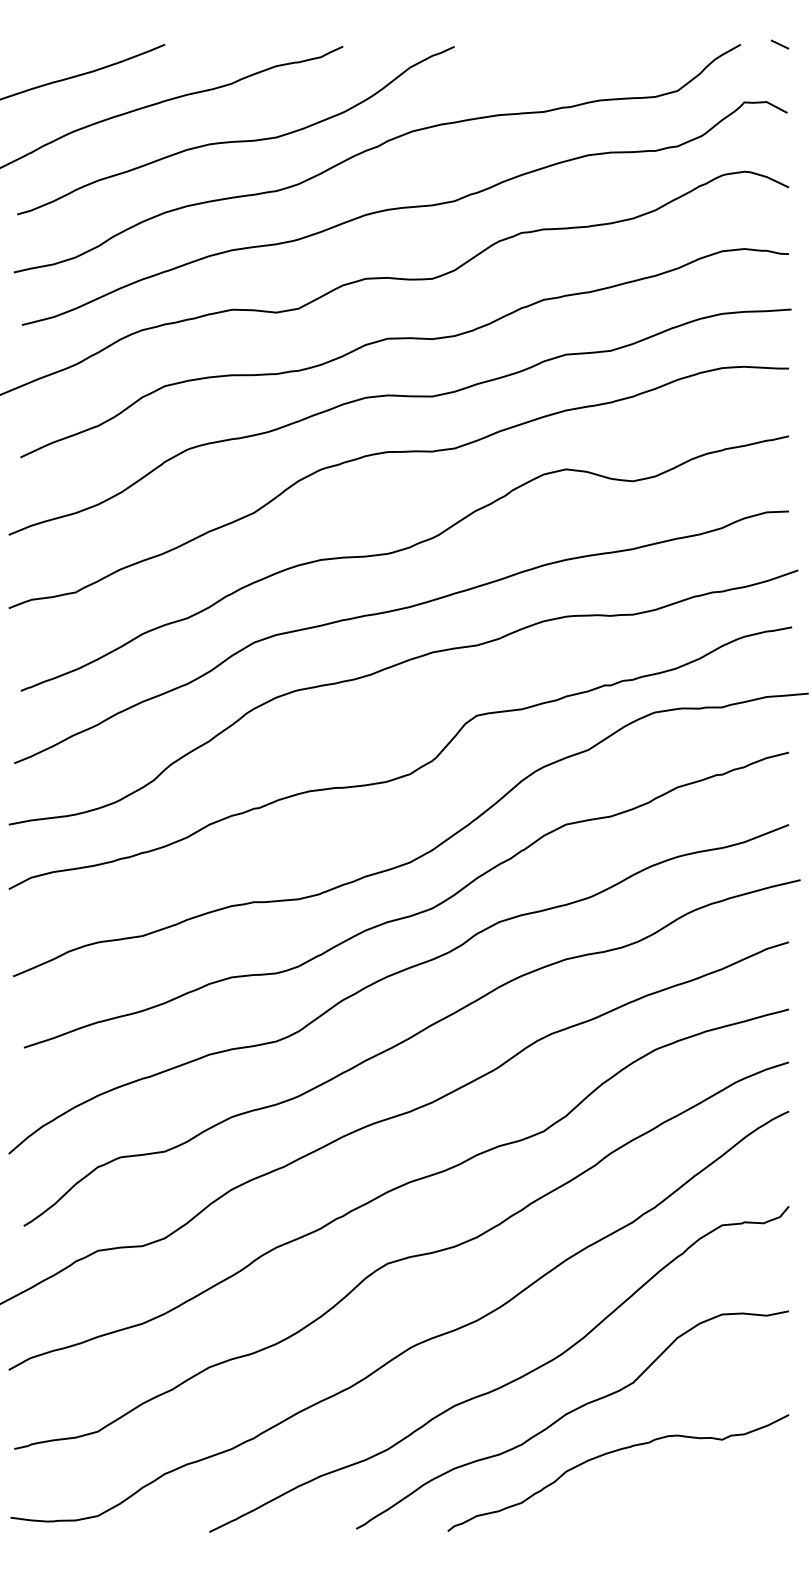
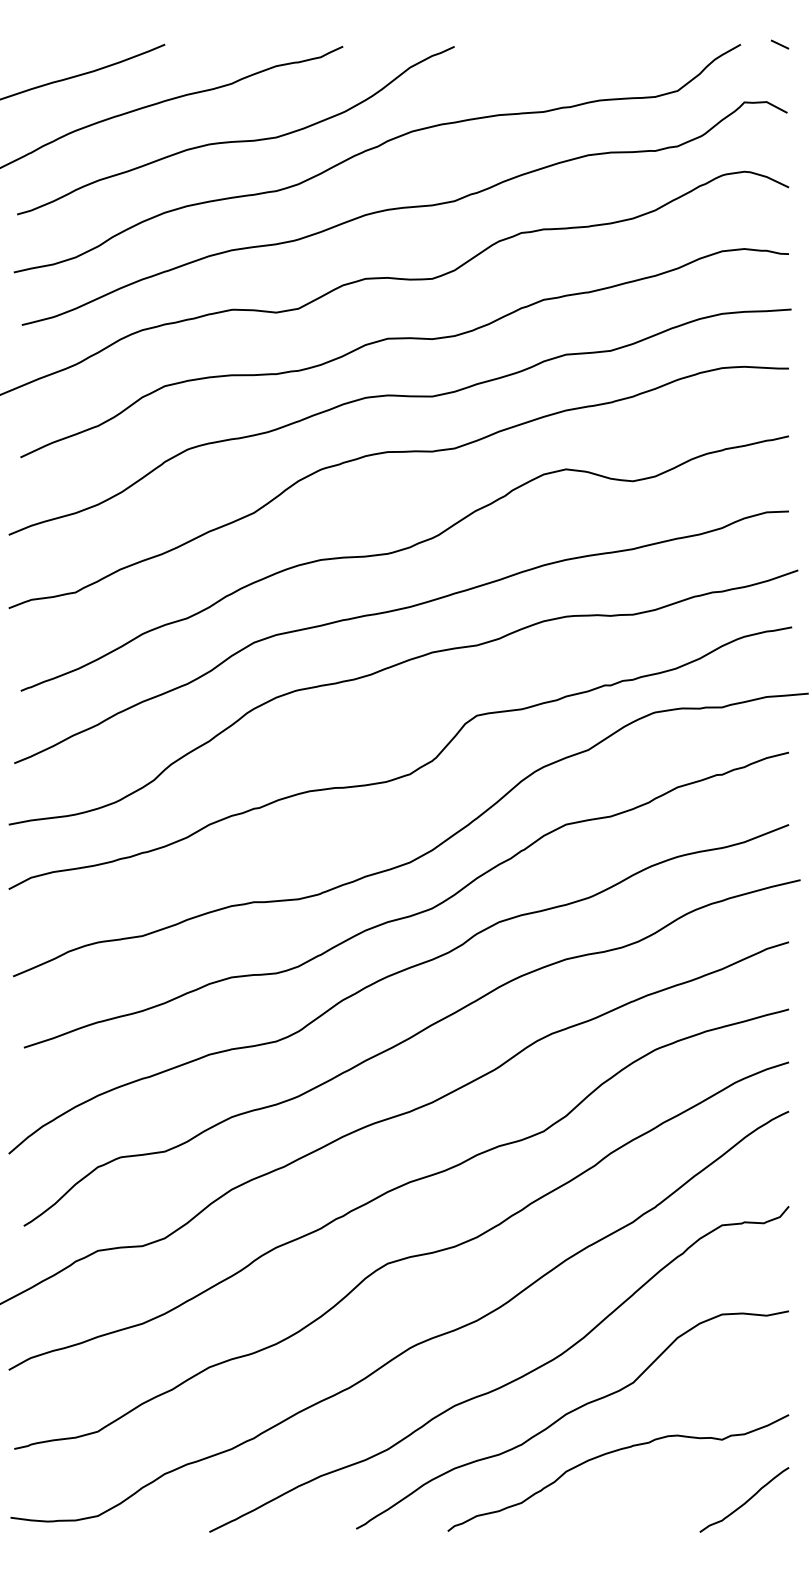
curve at (746, 1500): none -> present
